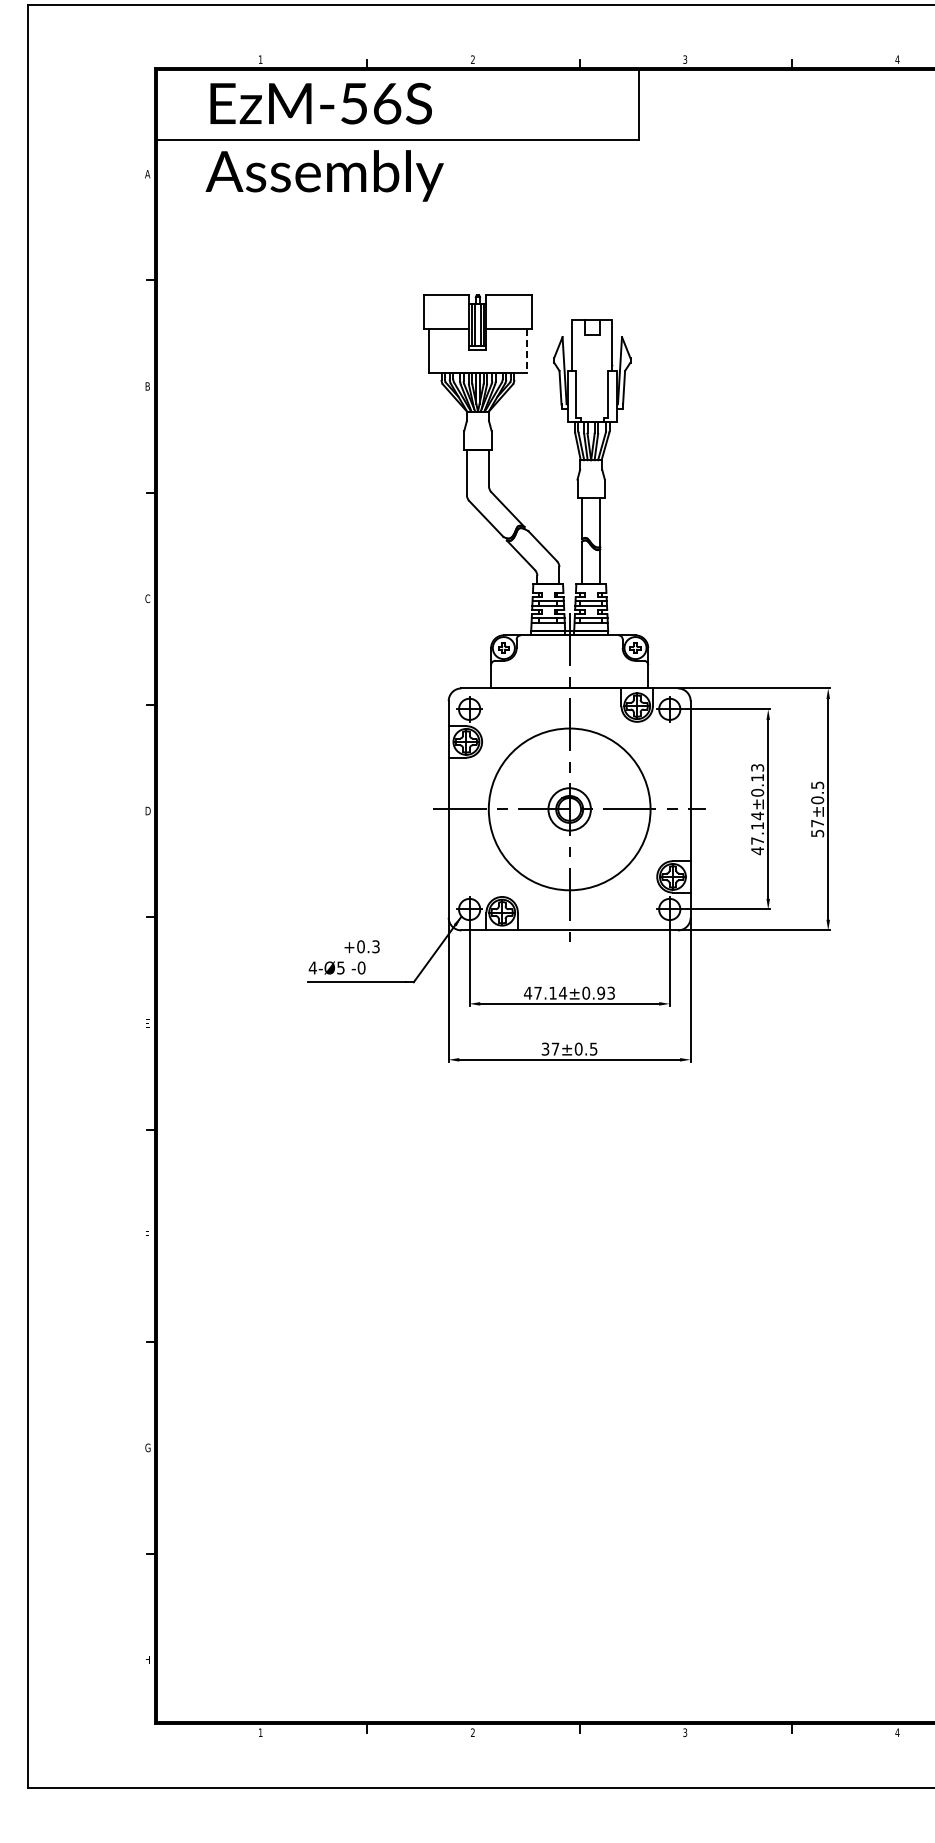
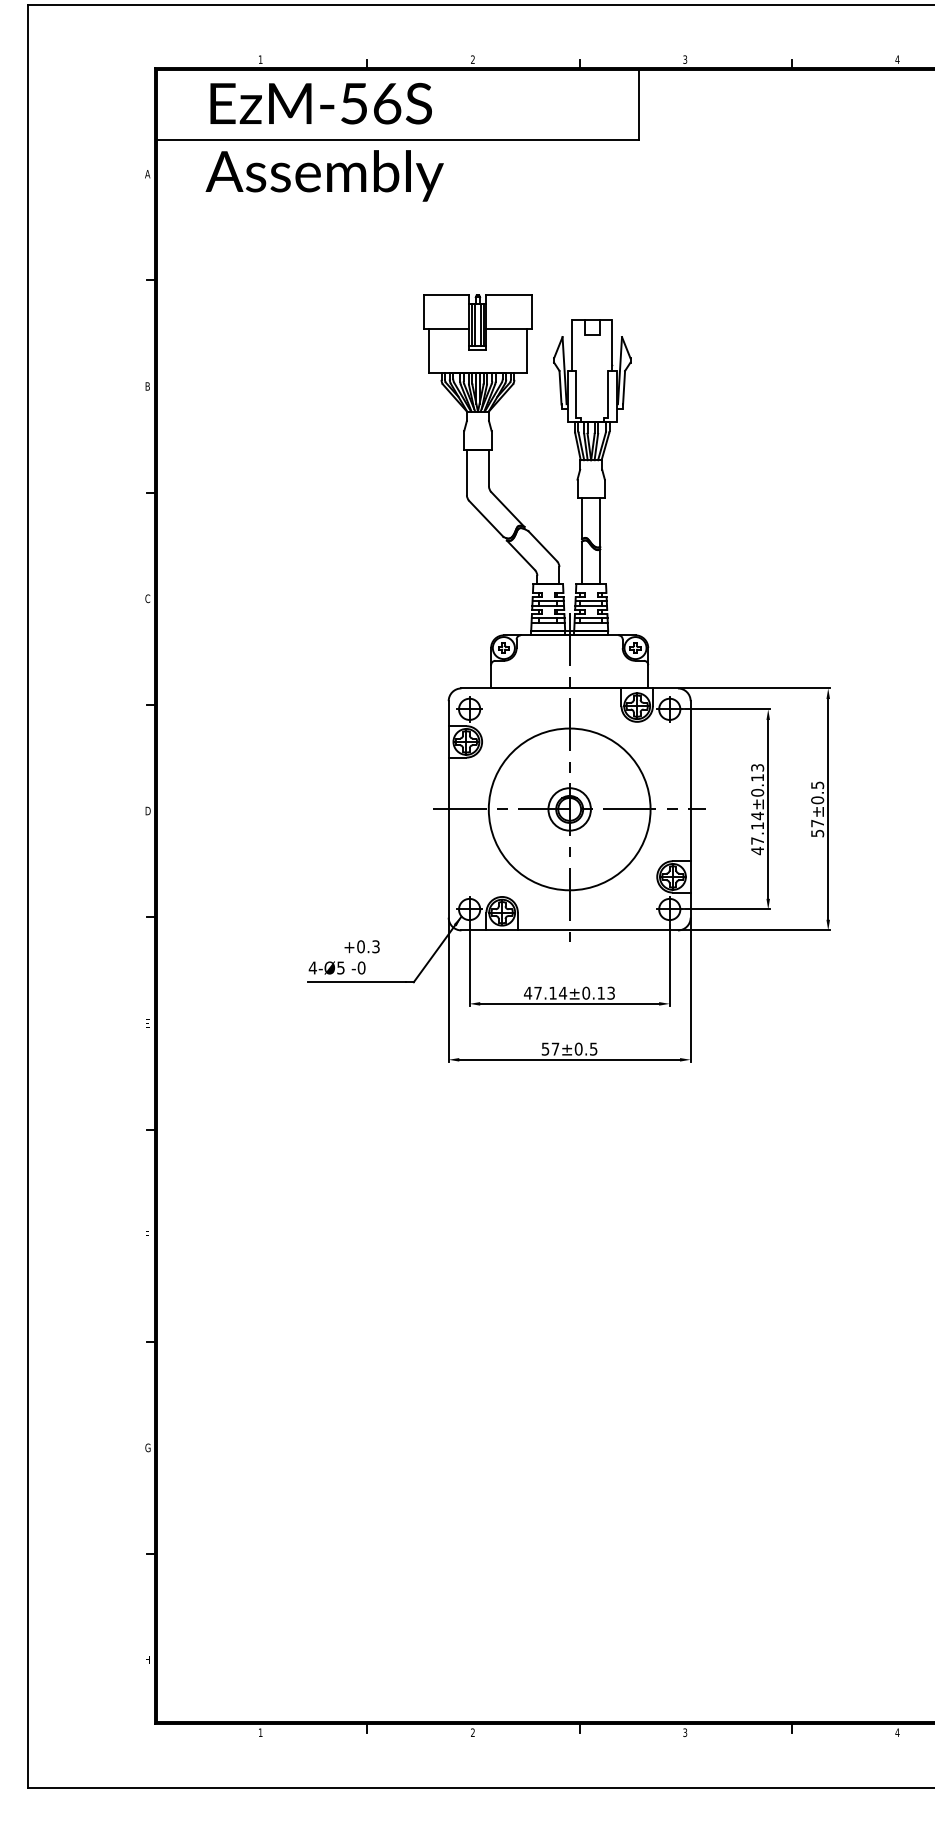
line at (526, 351): dashed -> solid
text at (601, 992): 47.14±0.93 -> 47.14±0.13
text at (545, 1048): 37±0.5 -> 57±0.5
